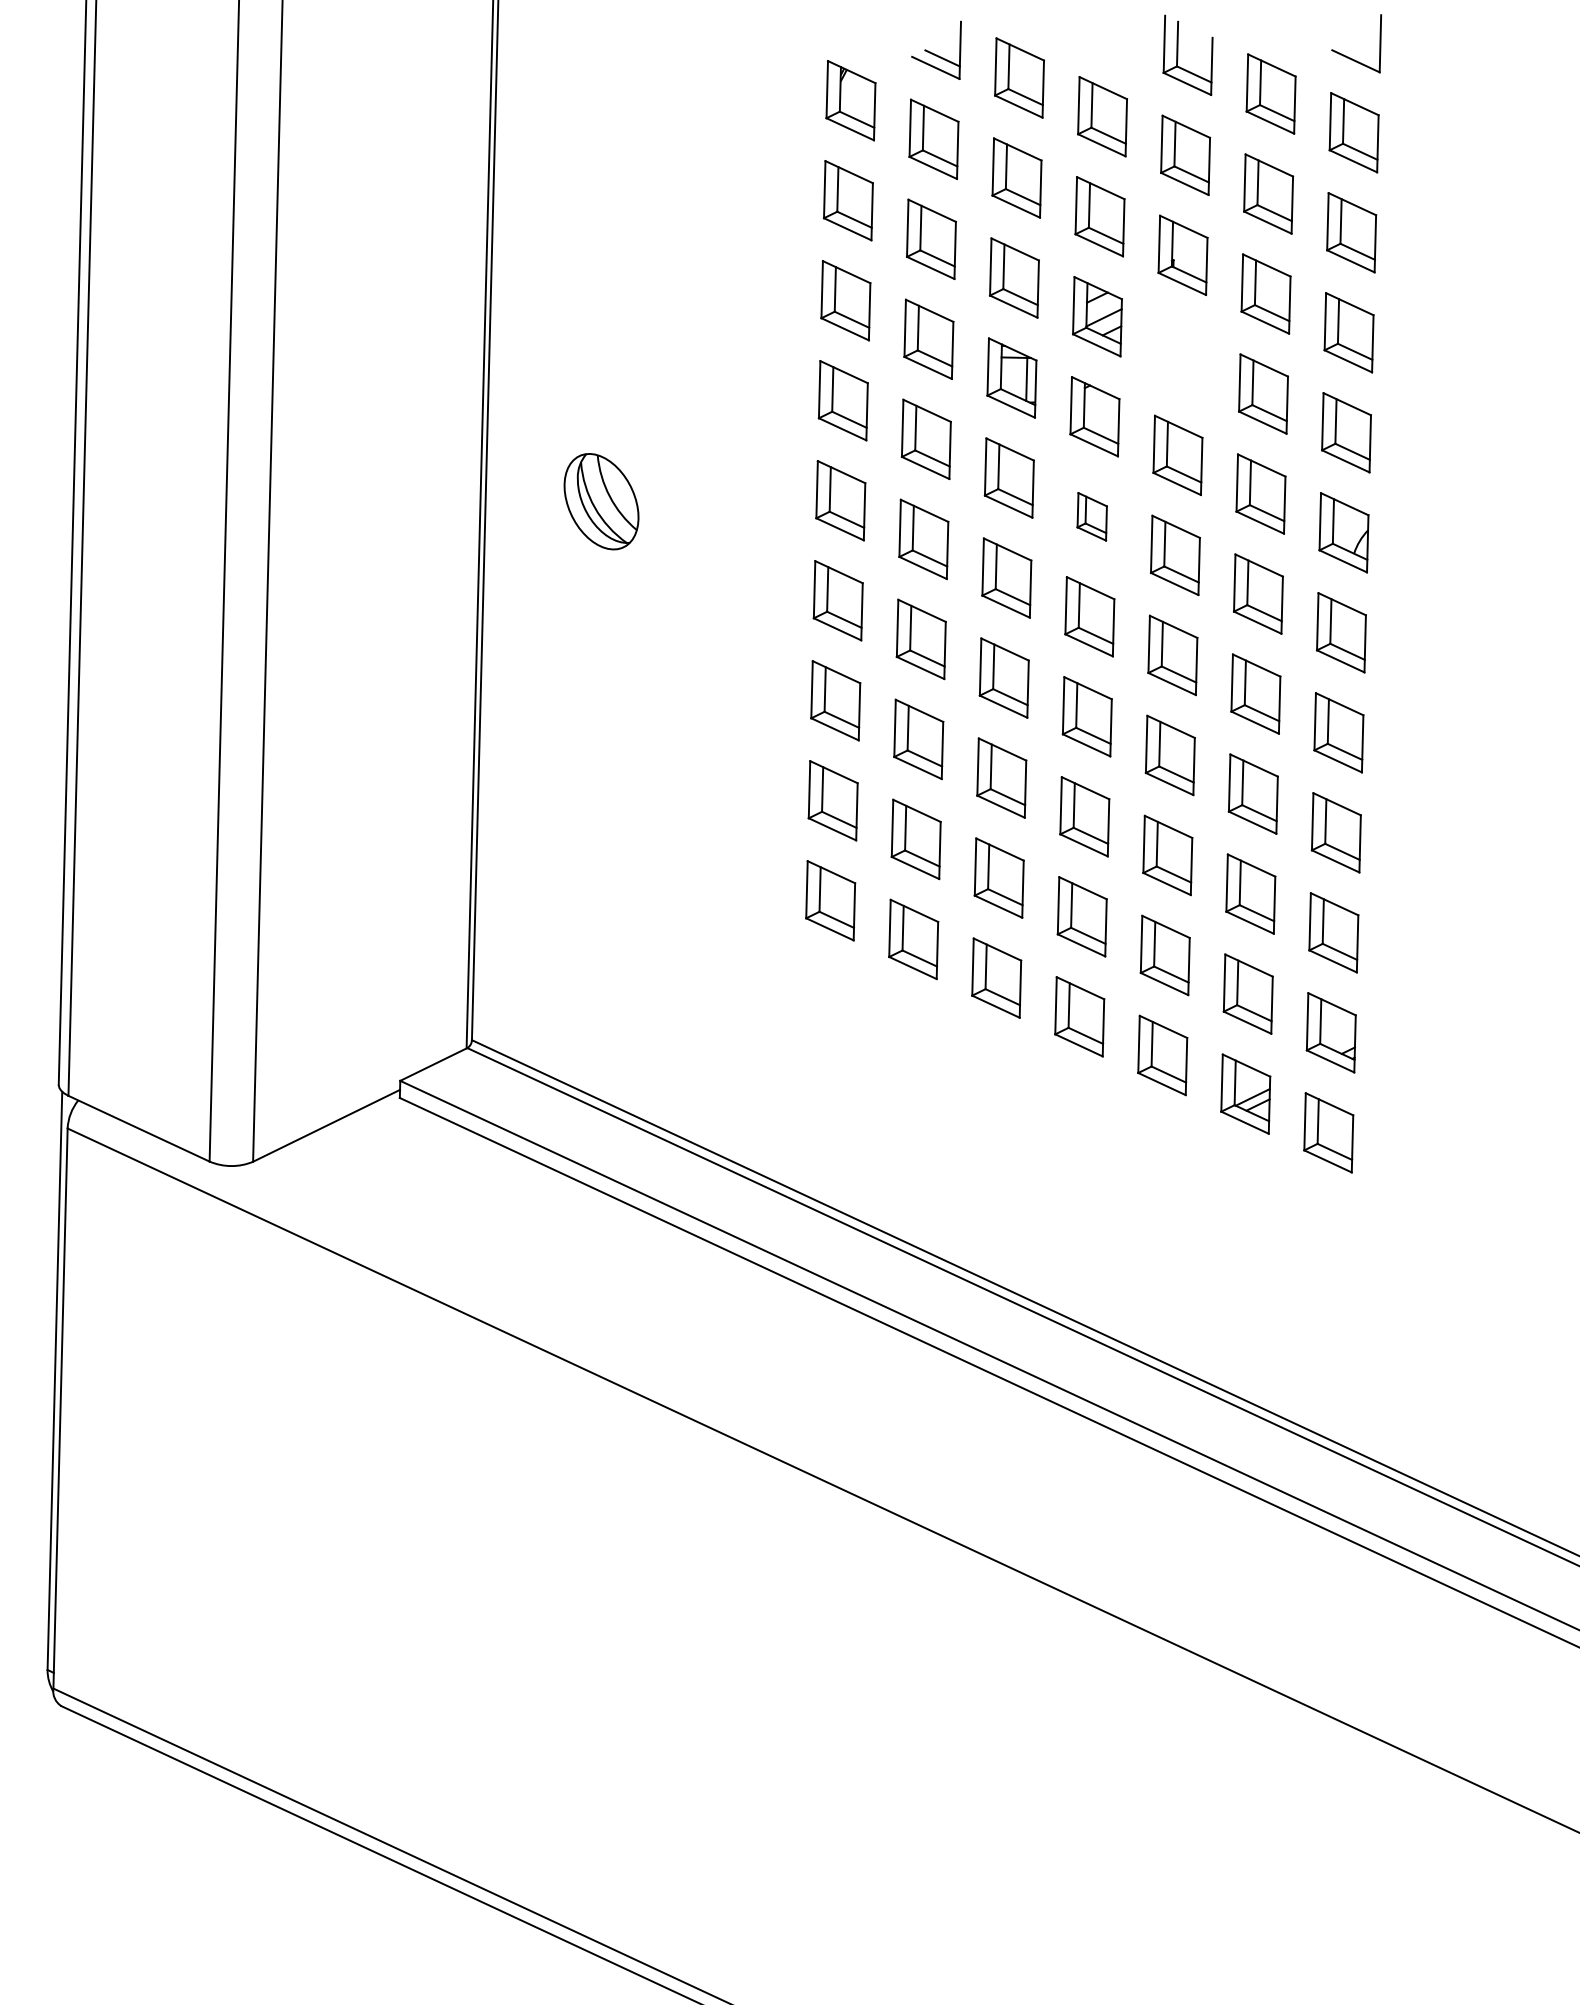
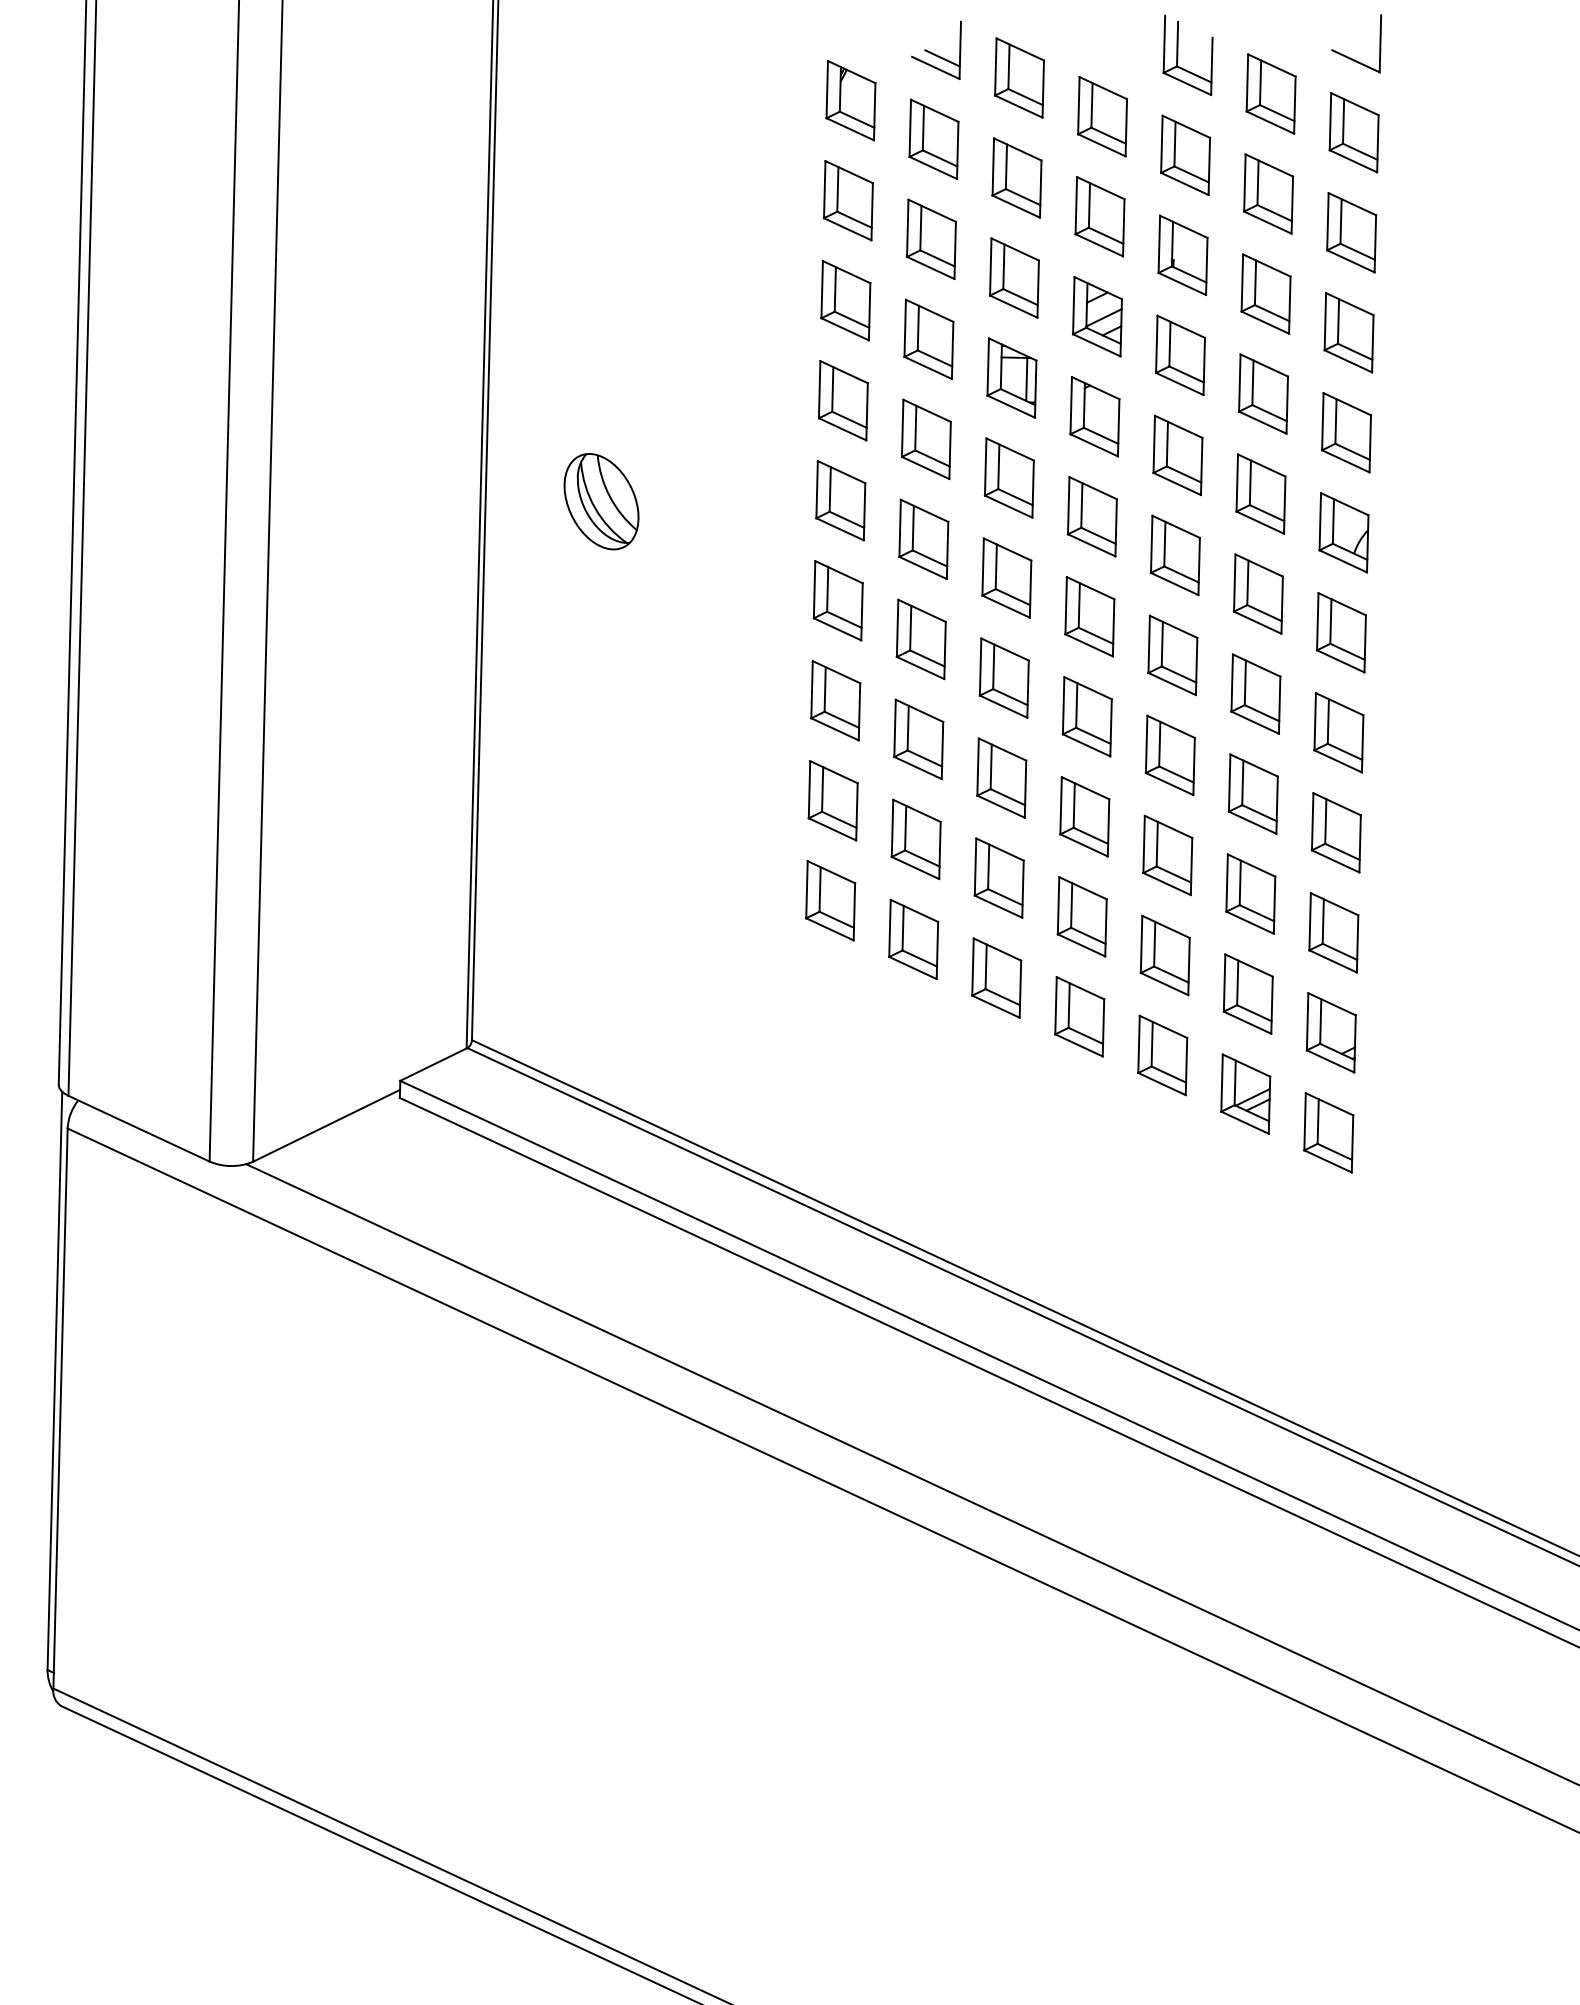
part at (1180, 354): none -> present
part at (1091, 516) size: 32x50 px -> 52x82 px
line at (911, 1473): none -> present
